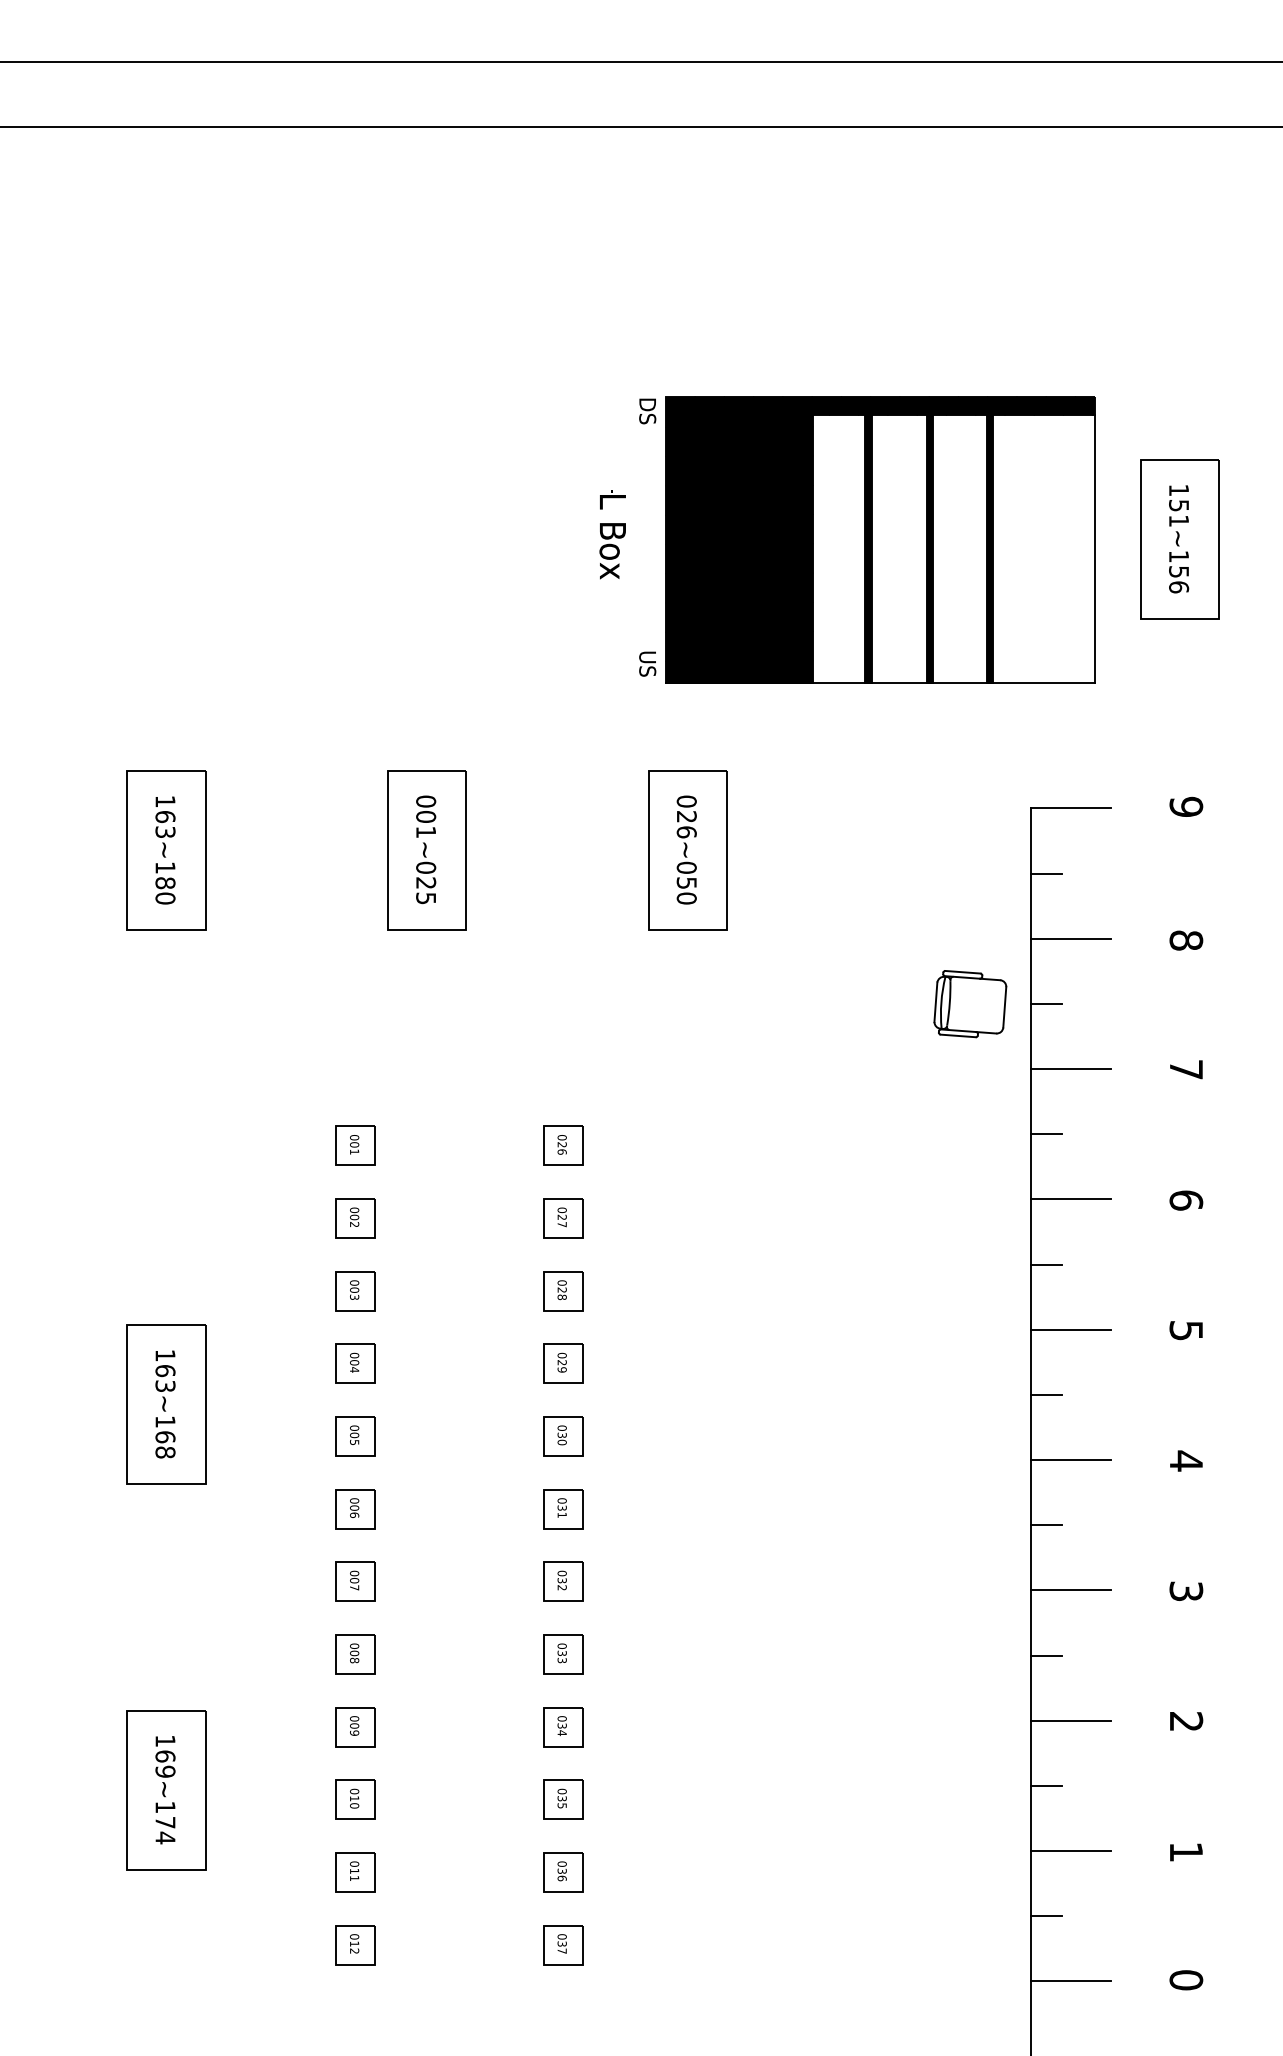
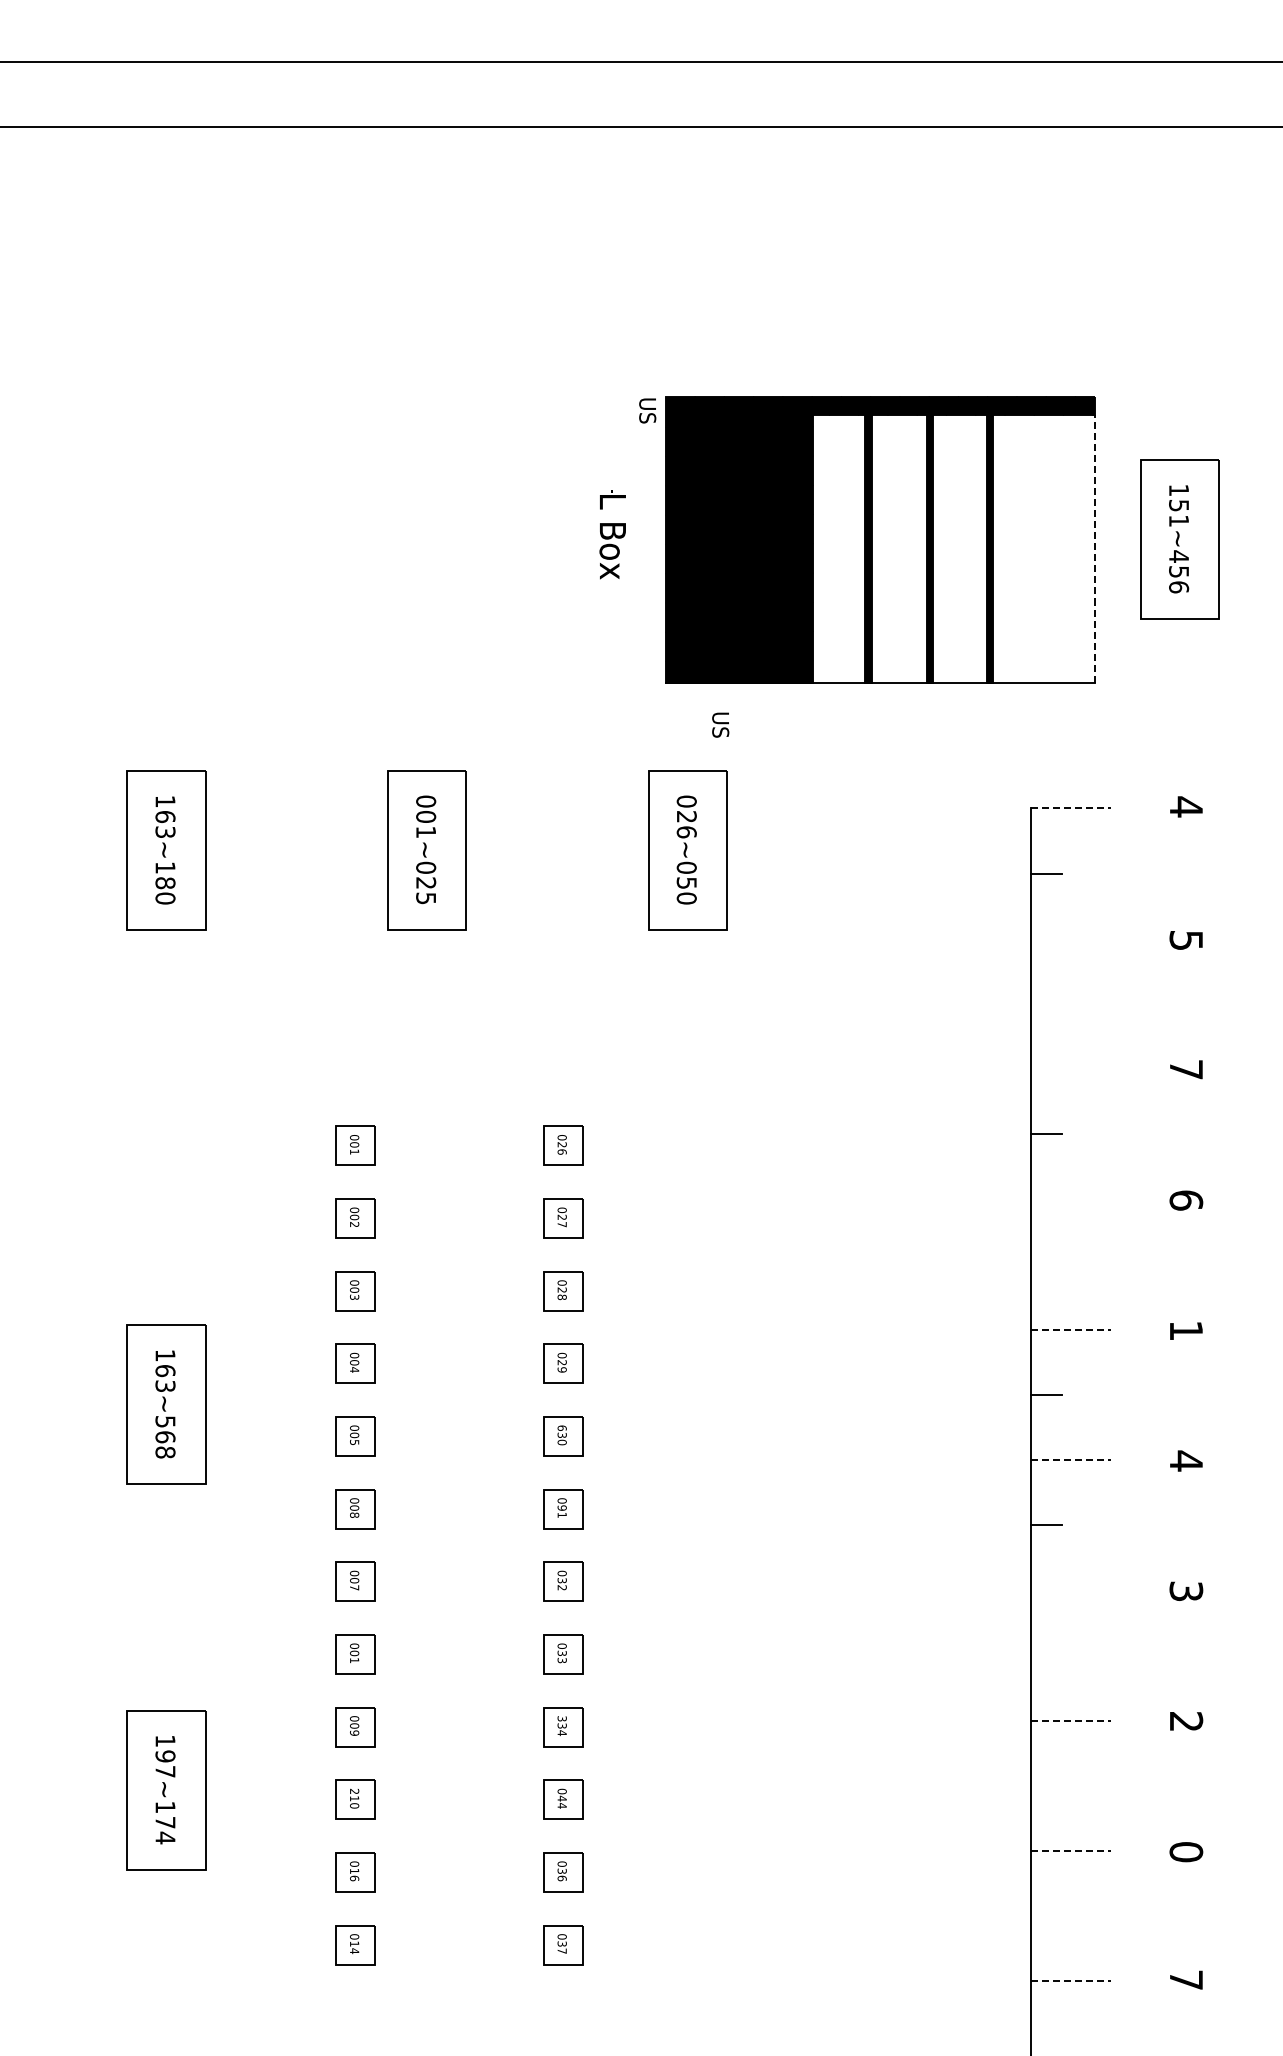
text at (647, 411): DS -> US
line at (1094, 548): solid -> dashed
text at (1178, 556): 151~156 -> 151~456
text at (647, 663) position: (647, 663) -> (720, 724)
text at (1186, 806): 9 -> 4
line at (1071, 808): solid -> dashed
line at (1071, 938): present -> none
text at (1186, 940): 8 -> 5
line at (1046, 1003): present -> none
part at (970, 1004): present -> none
line at (1071, 1069): present -> none
line at (1071, 1199): present -> none
line at (1046, 1264): present -> none
line at (1071, 1329): solid -> dashed
text at (1185, 1330): 5 -> 1
text at (165, 1421): 163~168 -> 163~568
text at (561, 1427): 030 -> 630
line at (1071, 1460): solid -> dashed
text at (561, 1507): 031 -> 091
text at (354, 1514): 006 -> 008
line at (1071, 1590): present -> none
line at (1046, 1655): present -> none
text at (354, 1660): 008 -> 001
text at (561, 1718): 034 -> 334
line at (1071, 1720): solid -> dashed
text at (165, 1763): 169~174 -> 197~174
line at (1046, 1785): present -> none
text at (354, 1791): 010 -> 210
text at (561, 1801): 035 -> 044
line at (1071, 1851): solid -> dashed
text at (1186, 1852): 1 -> 0
text at (354, 1878): 011 -> 016
line at (1046, 1916): present -> none
text at (354, 1951): 012 -> 014
text at (1186, 1980): 0 -> 7
line at (1071, 1981): solid -> dashed
